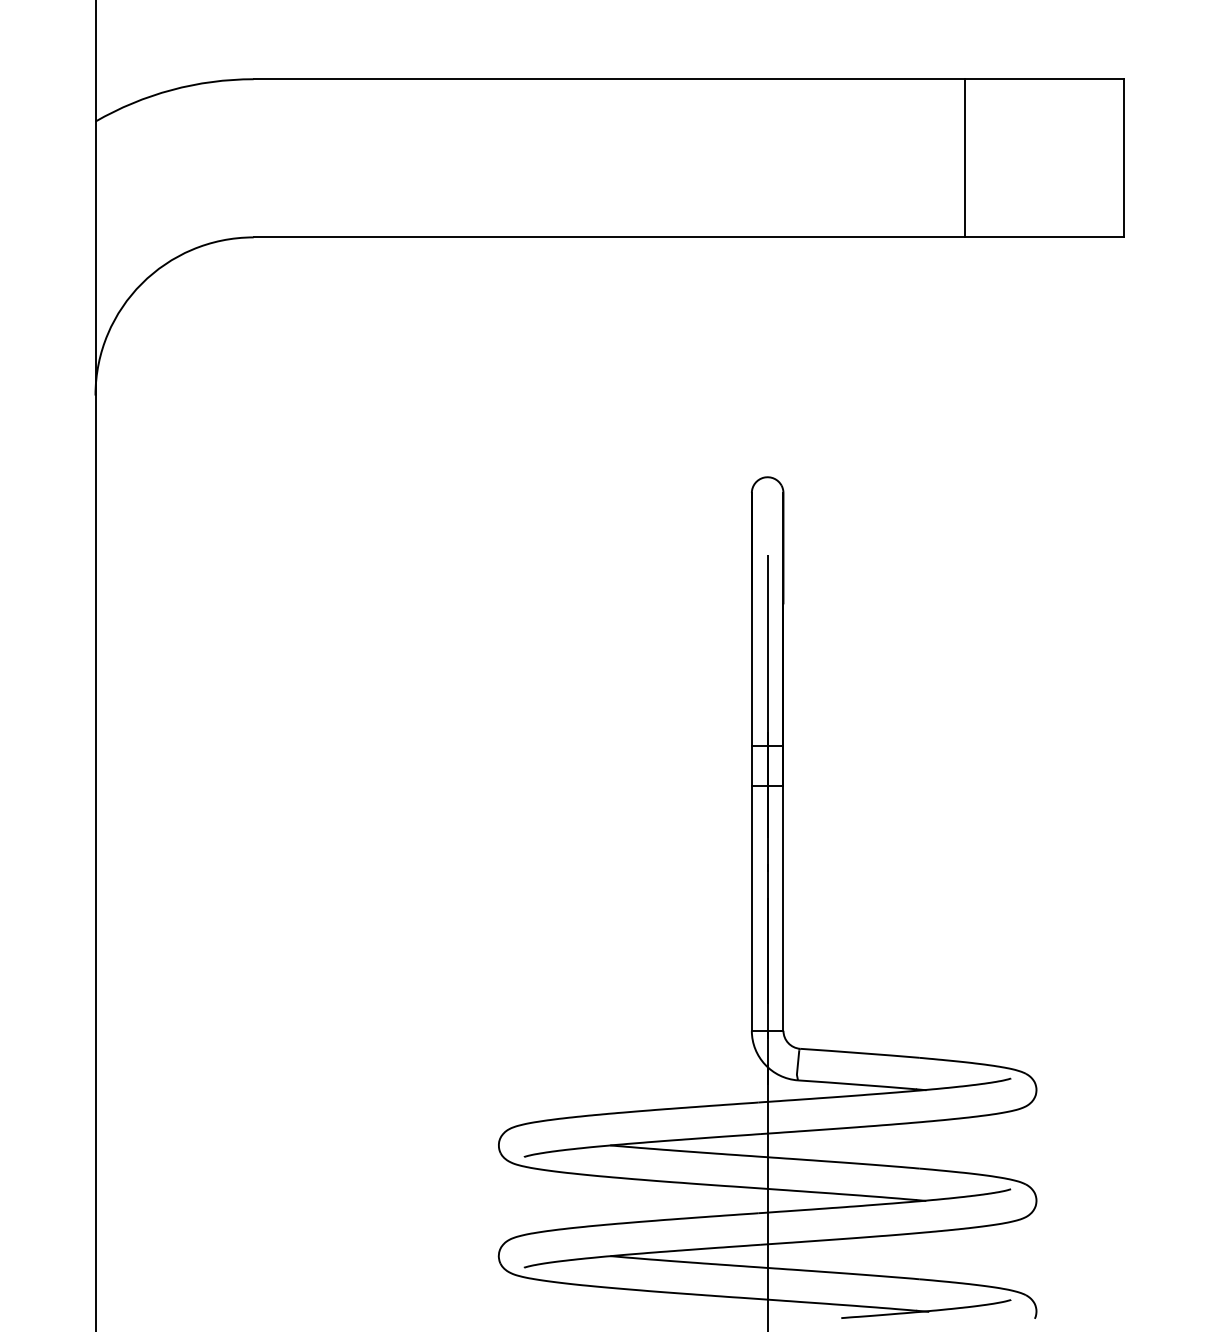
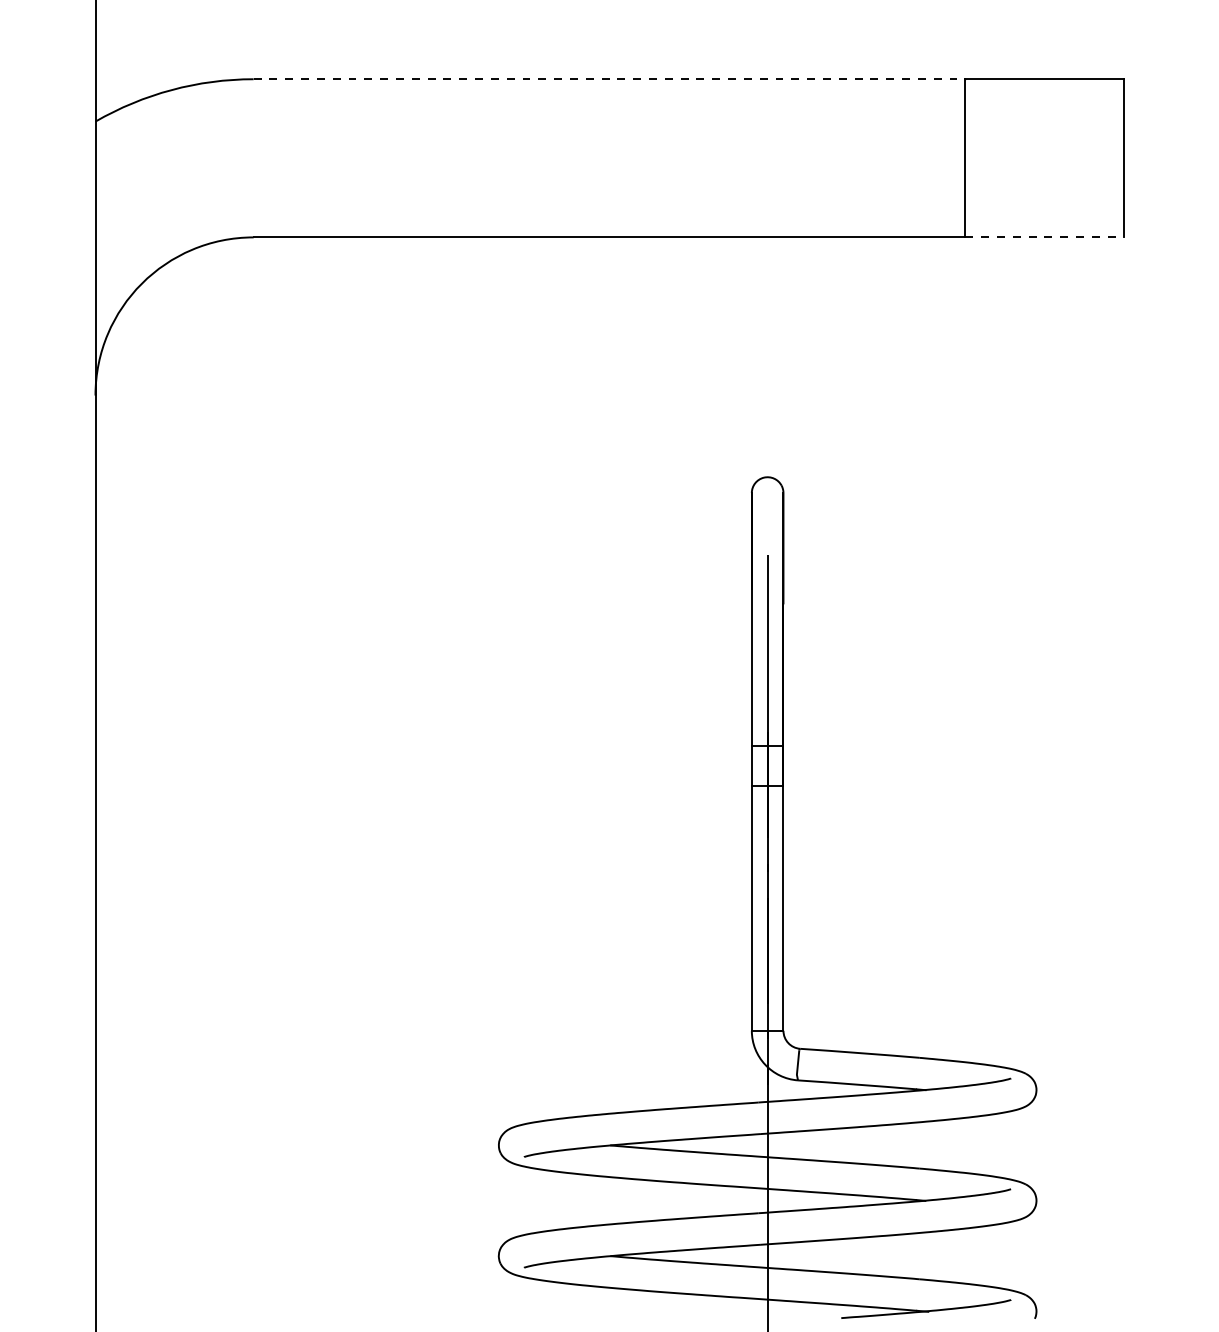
line at (609, 79): solid -> dashed
line at (1044, 237): solid -> dashed
